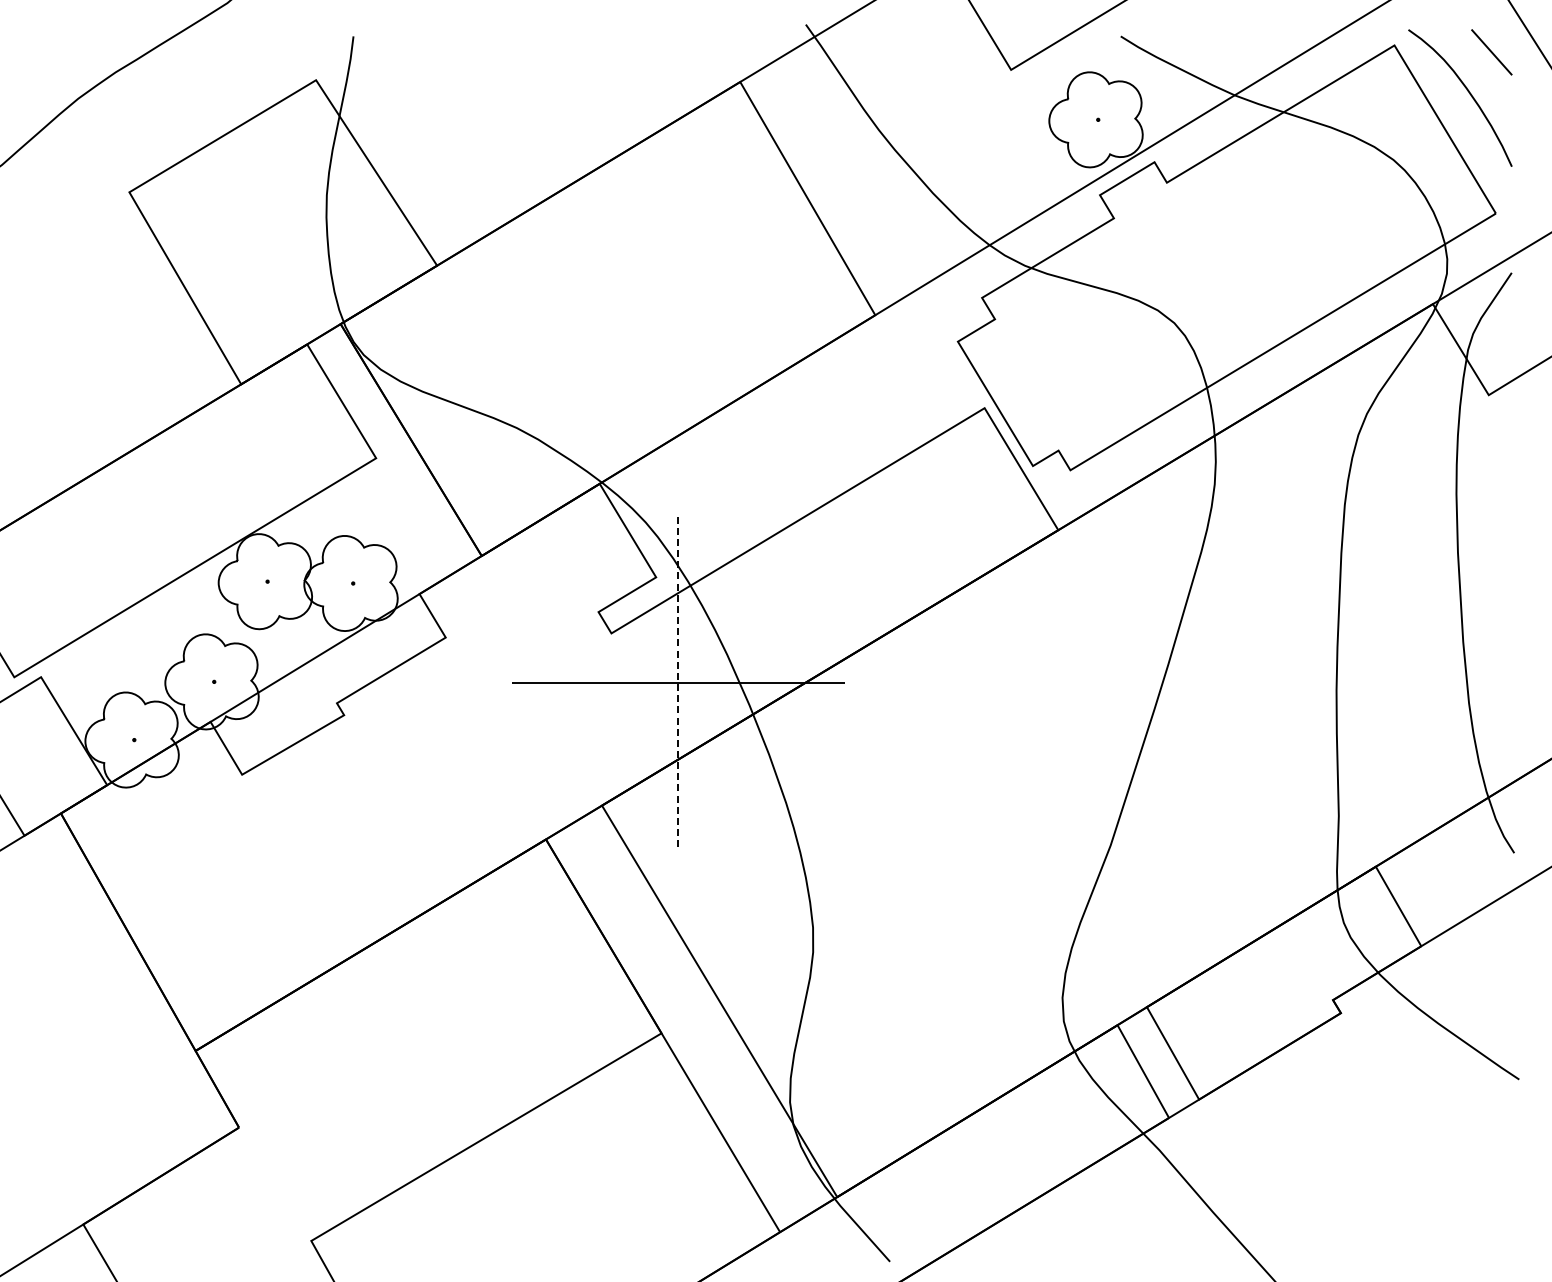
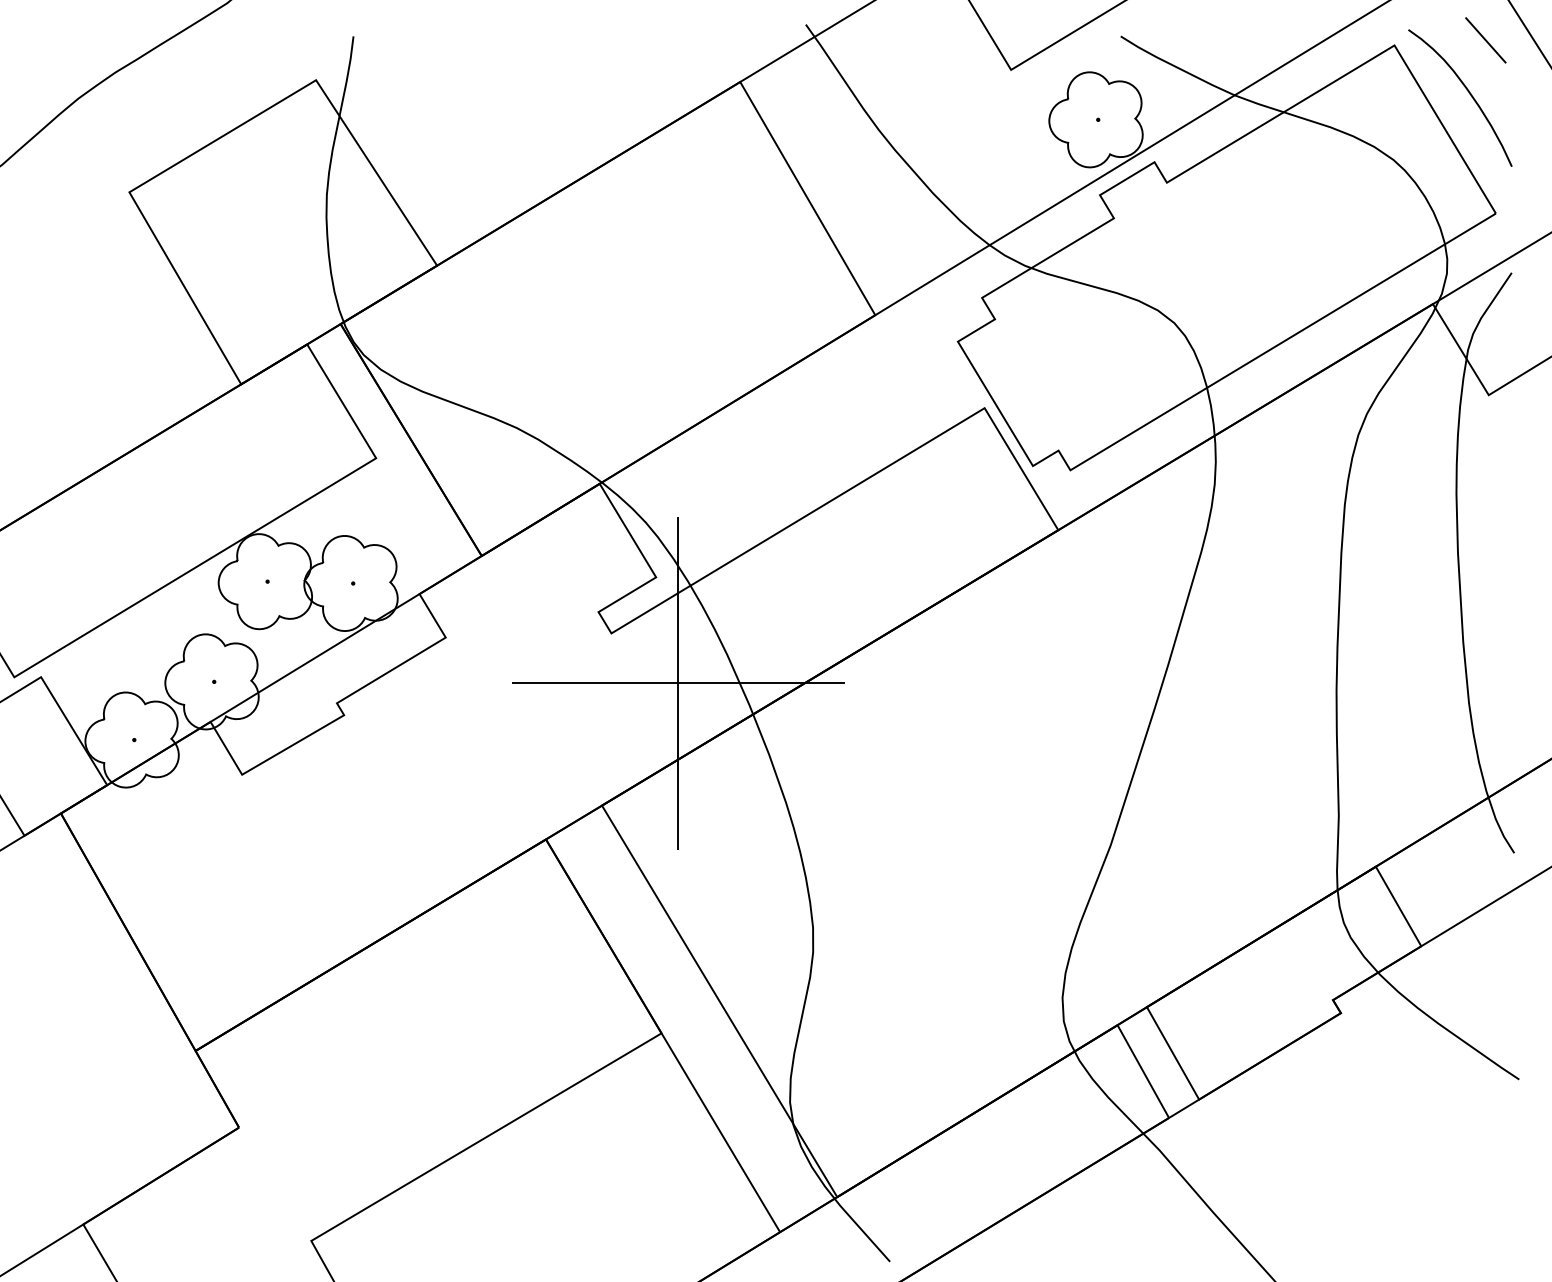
line at (1491, 52) position: (1491, 52) -> (1485, 40)
line at (678, 683): dashed -> solid
